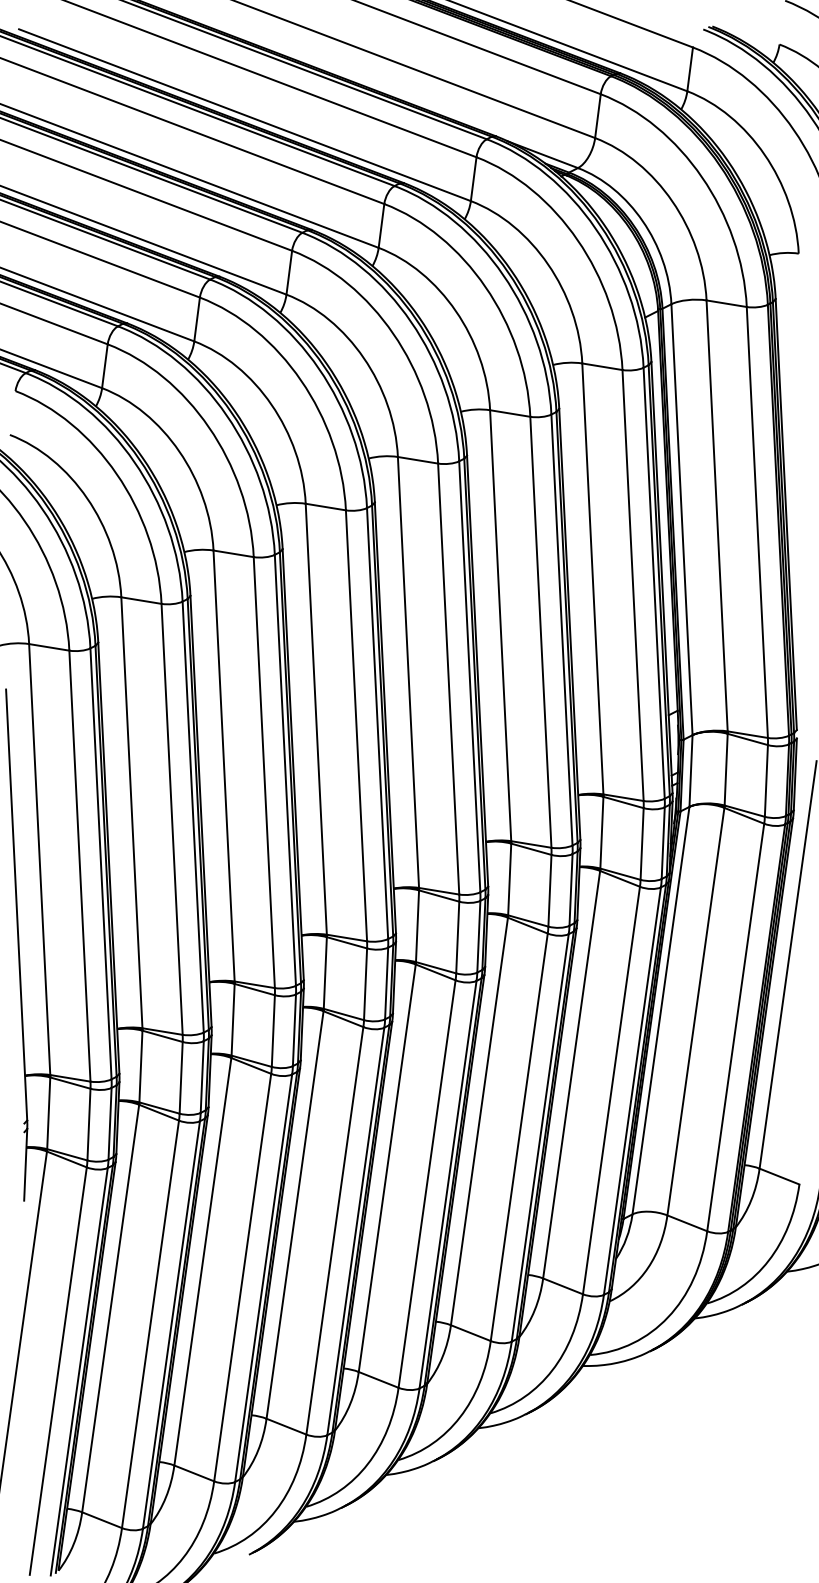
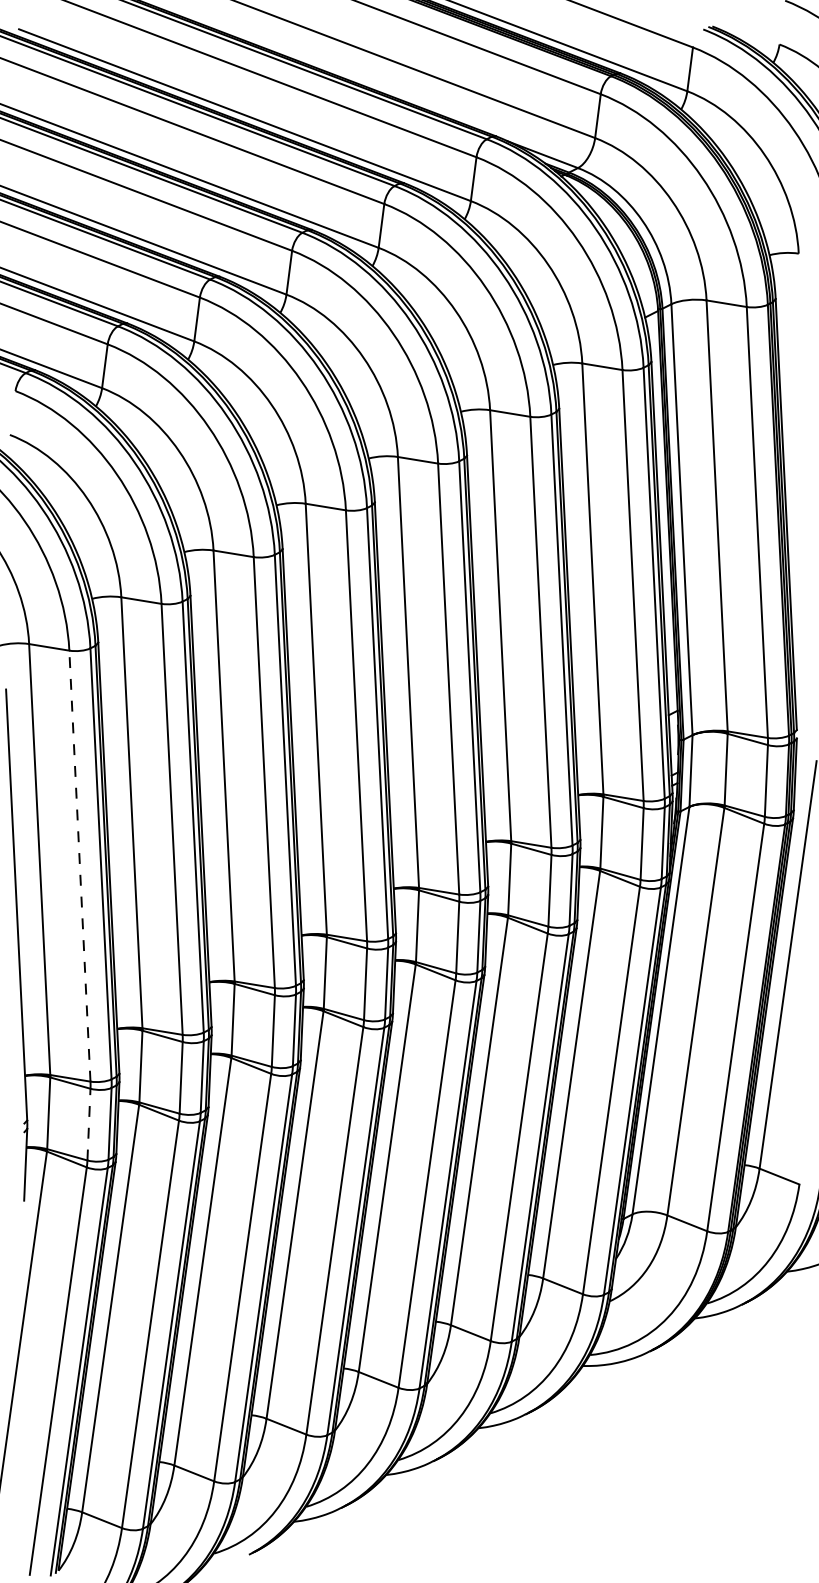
line at (79, 866): solid -> dashed
line at (88, 1124): solid -> dashed
